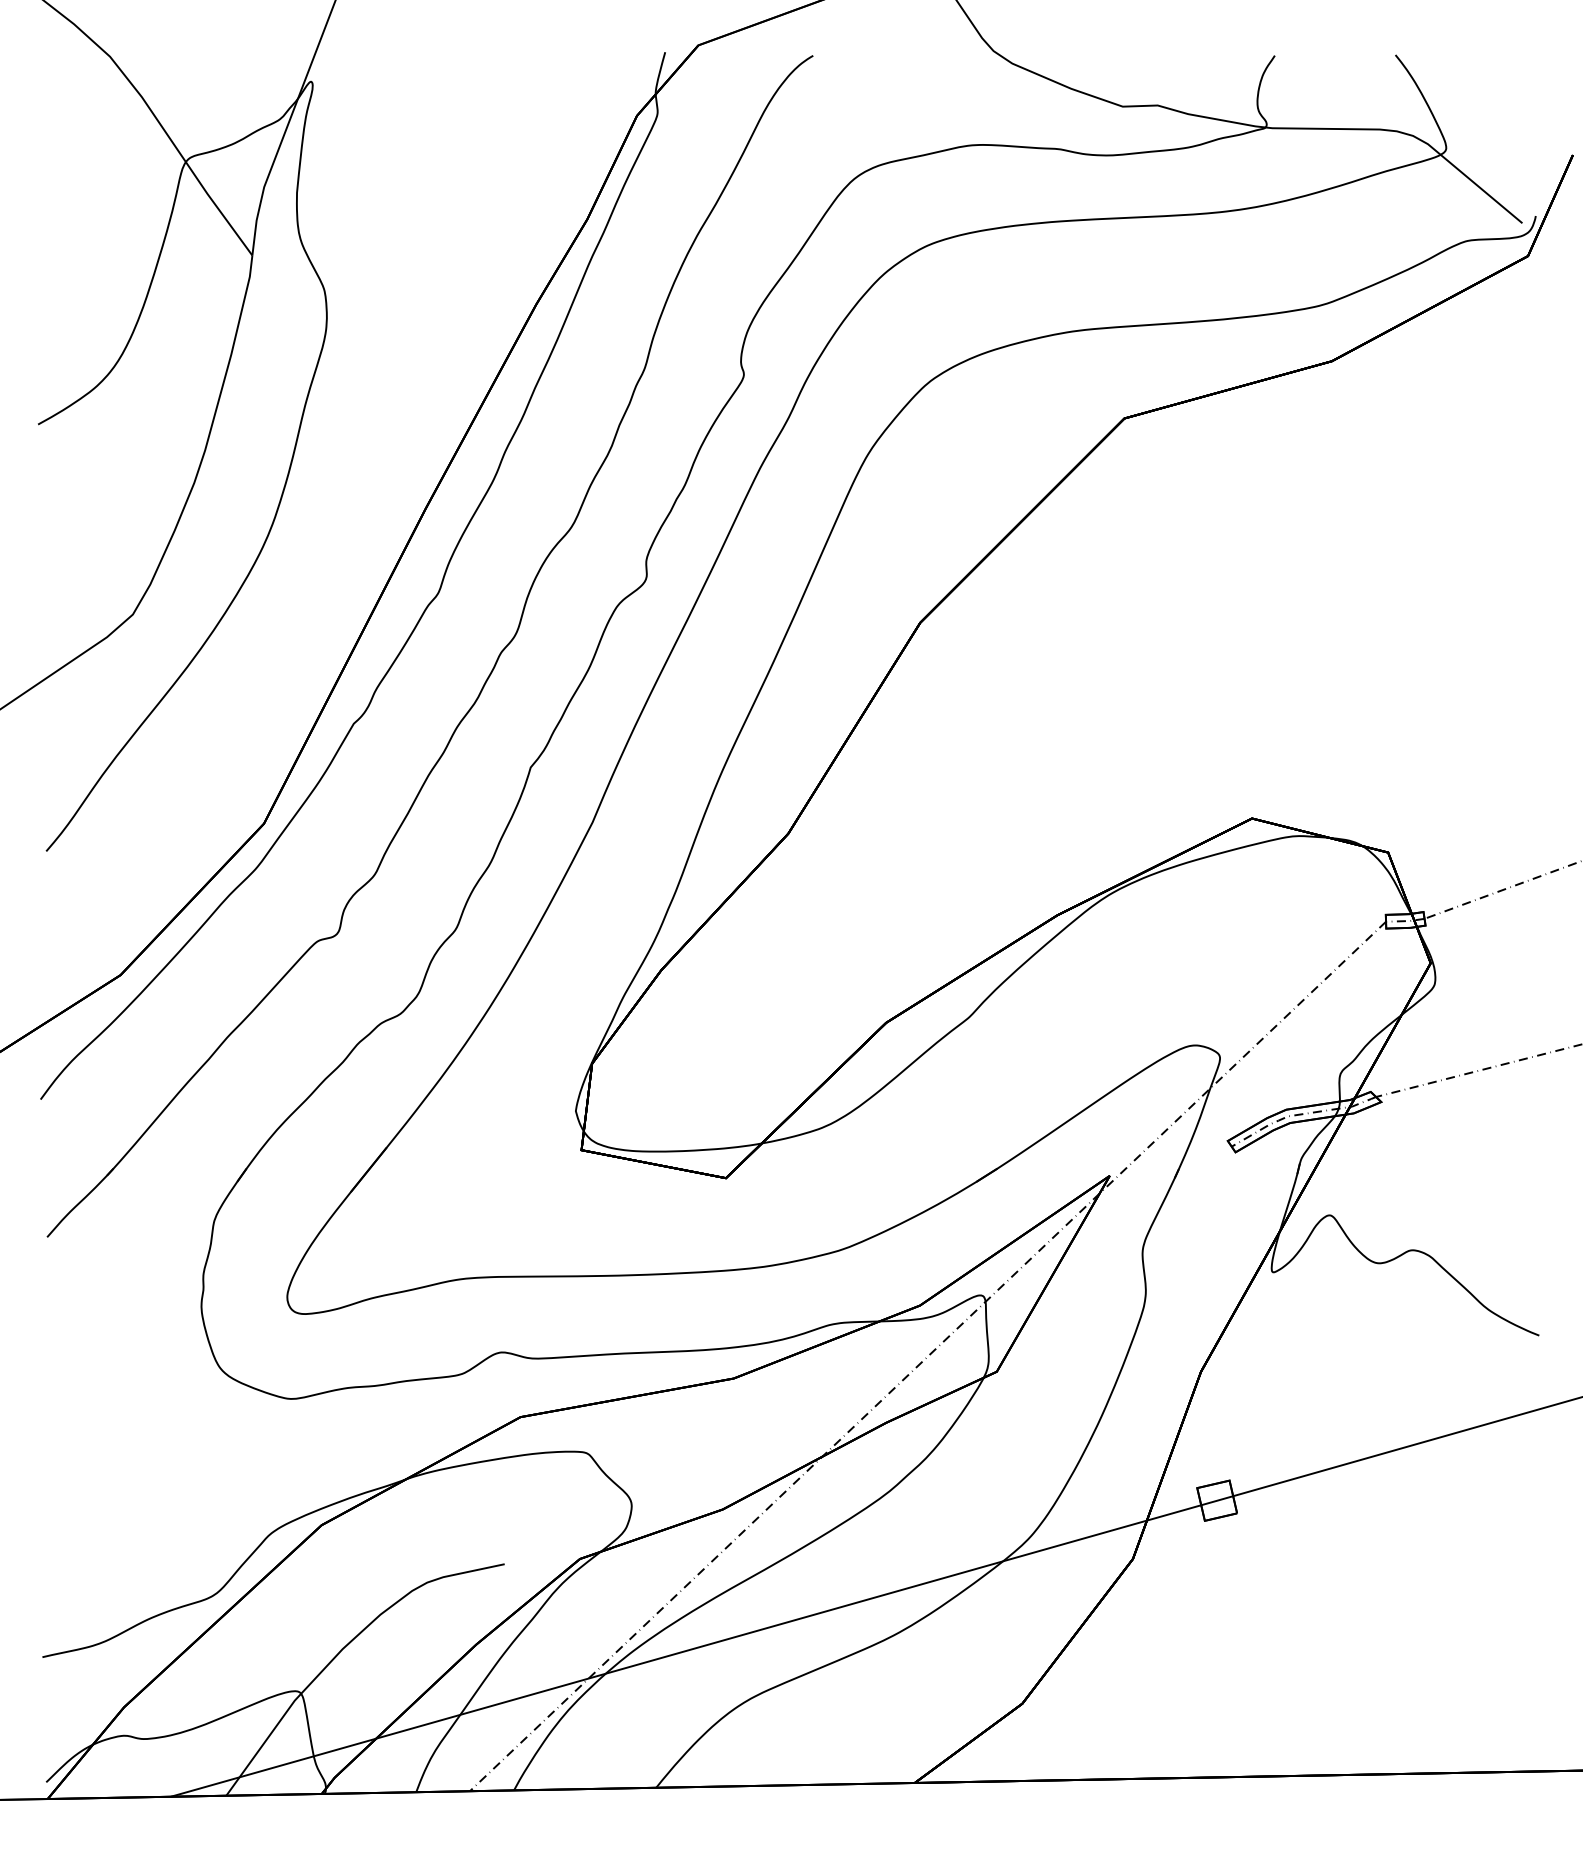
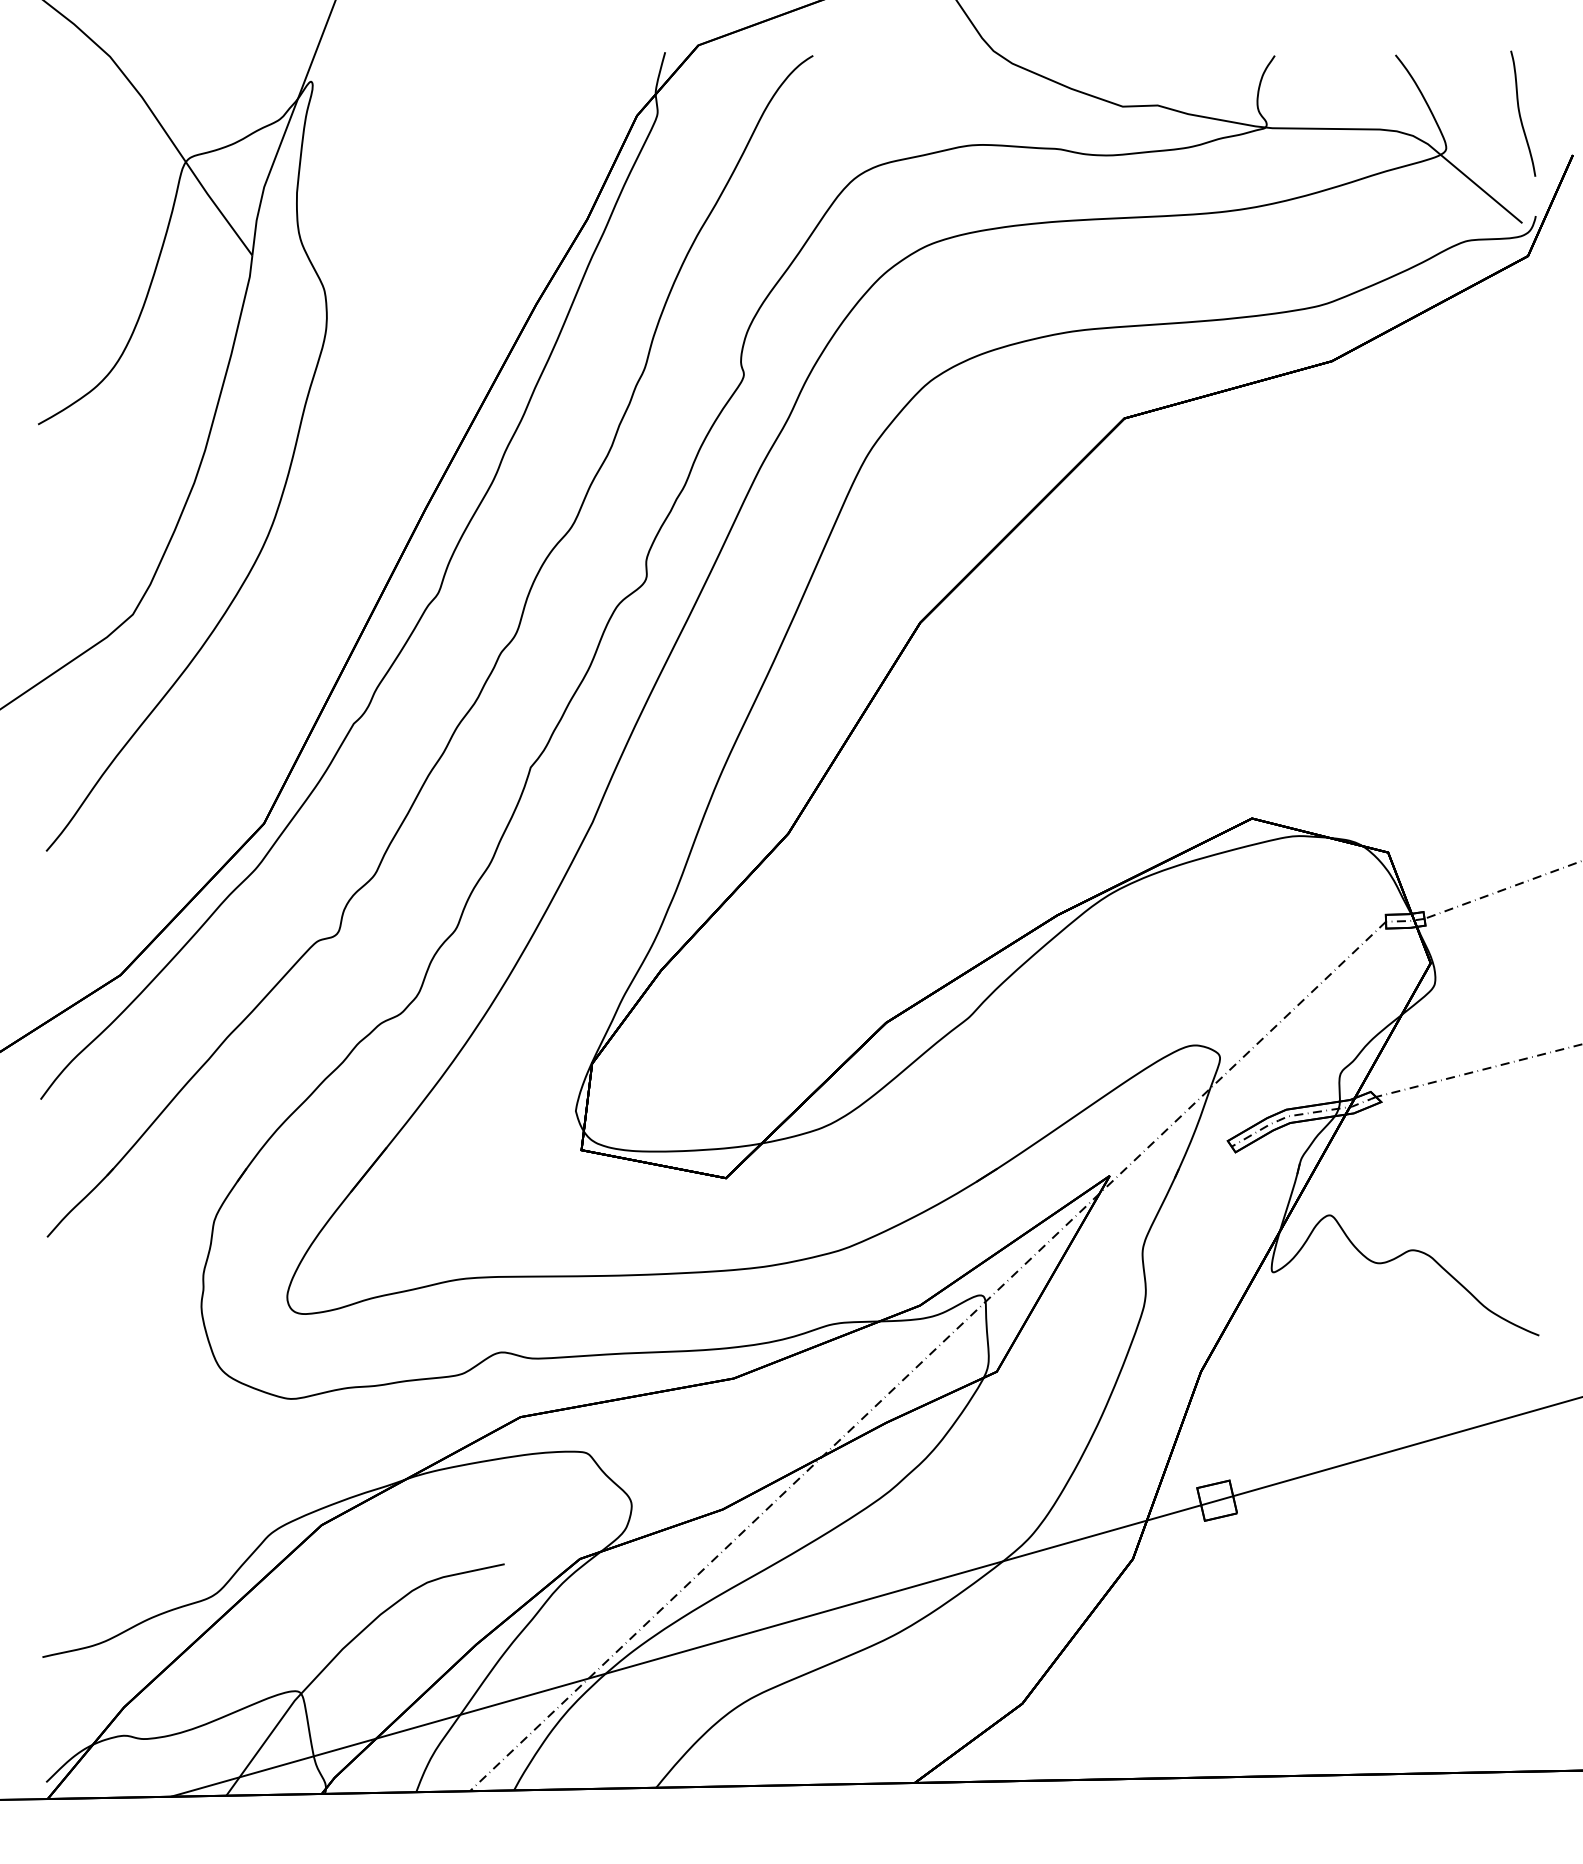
curve at (1520, 113): none -> present
